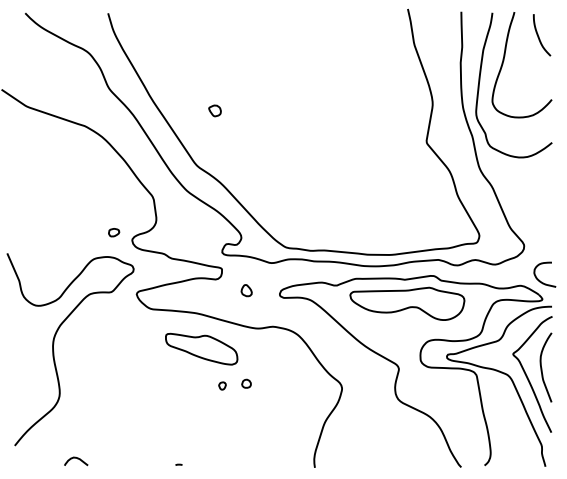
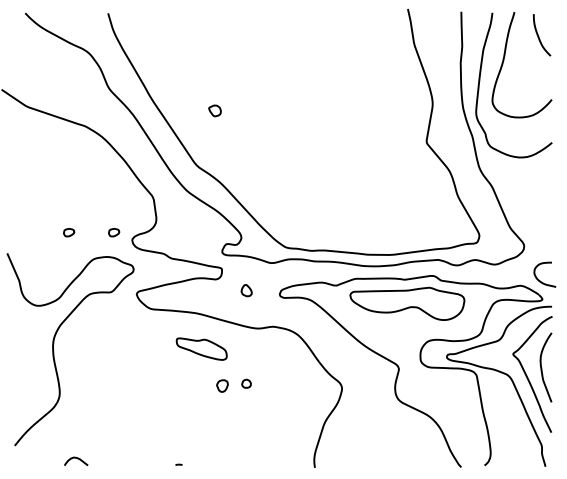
part at (69, 232): none -> present
part at (201, 348) size: 74x34 px -> 53x24 px
part at (222, 385) size: 9x10 px -> 13x14 px
